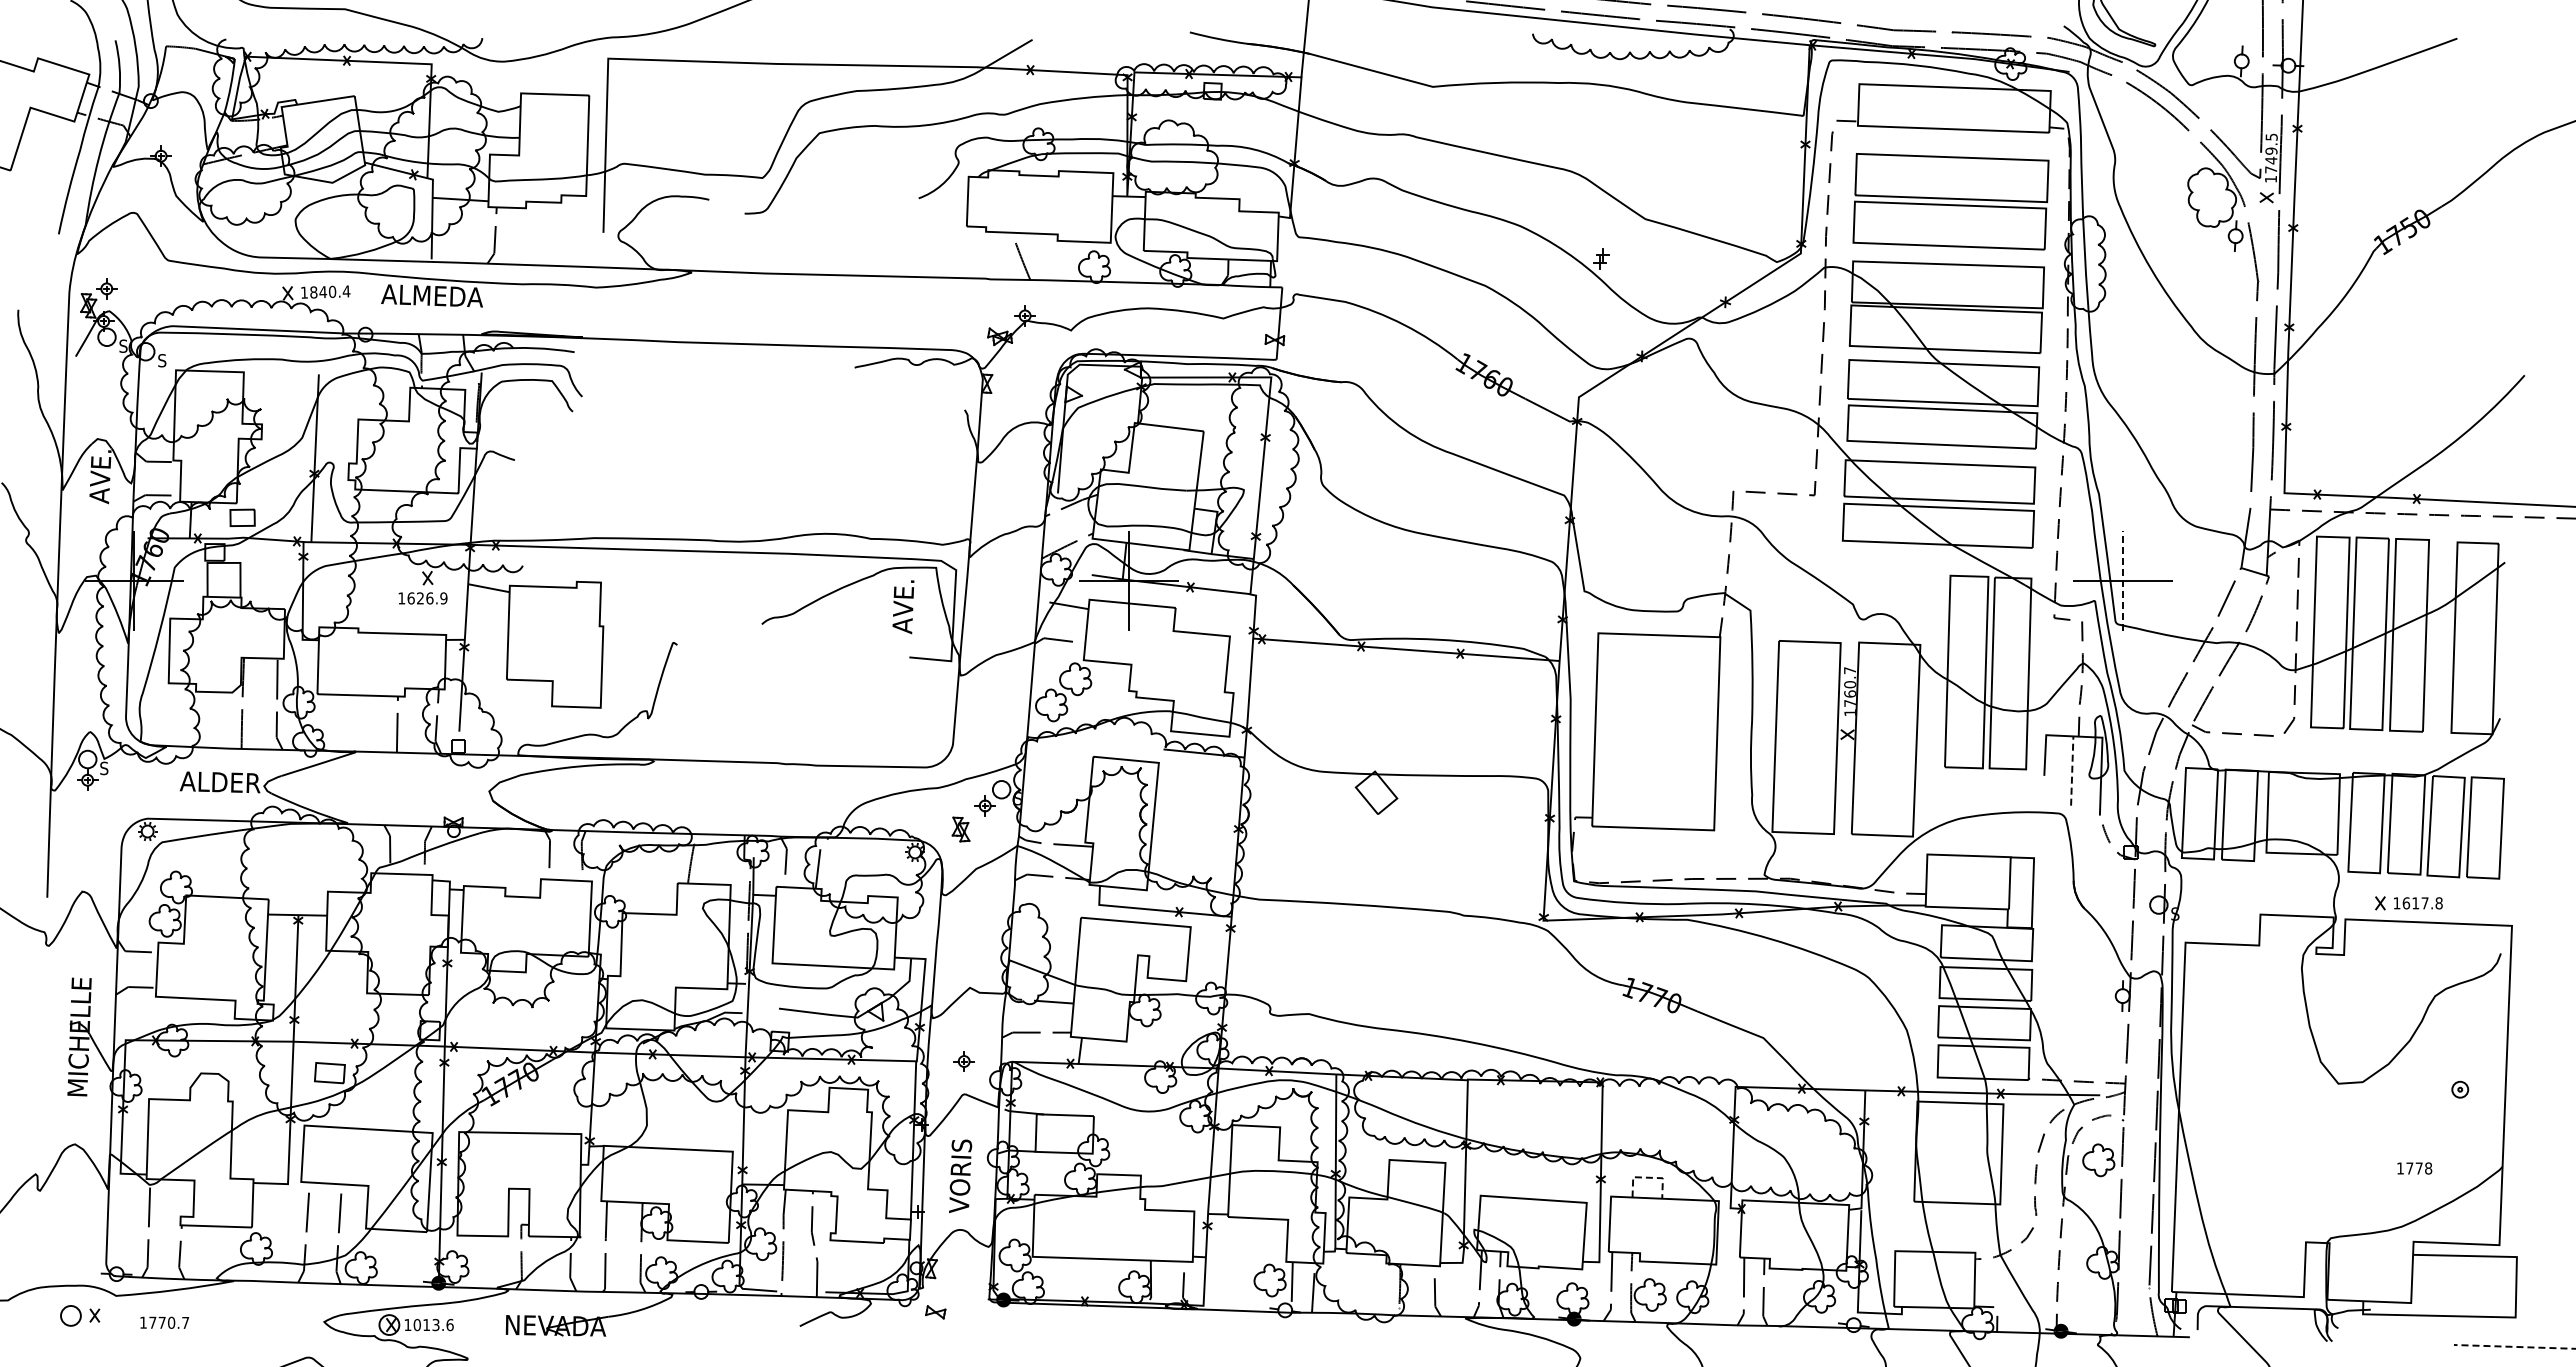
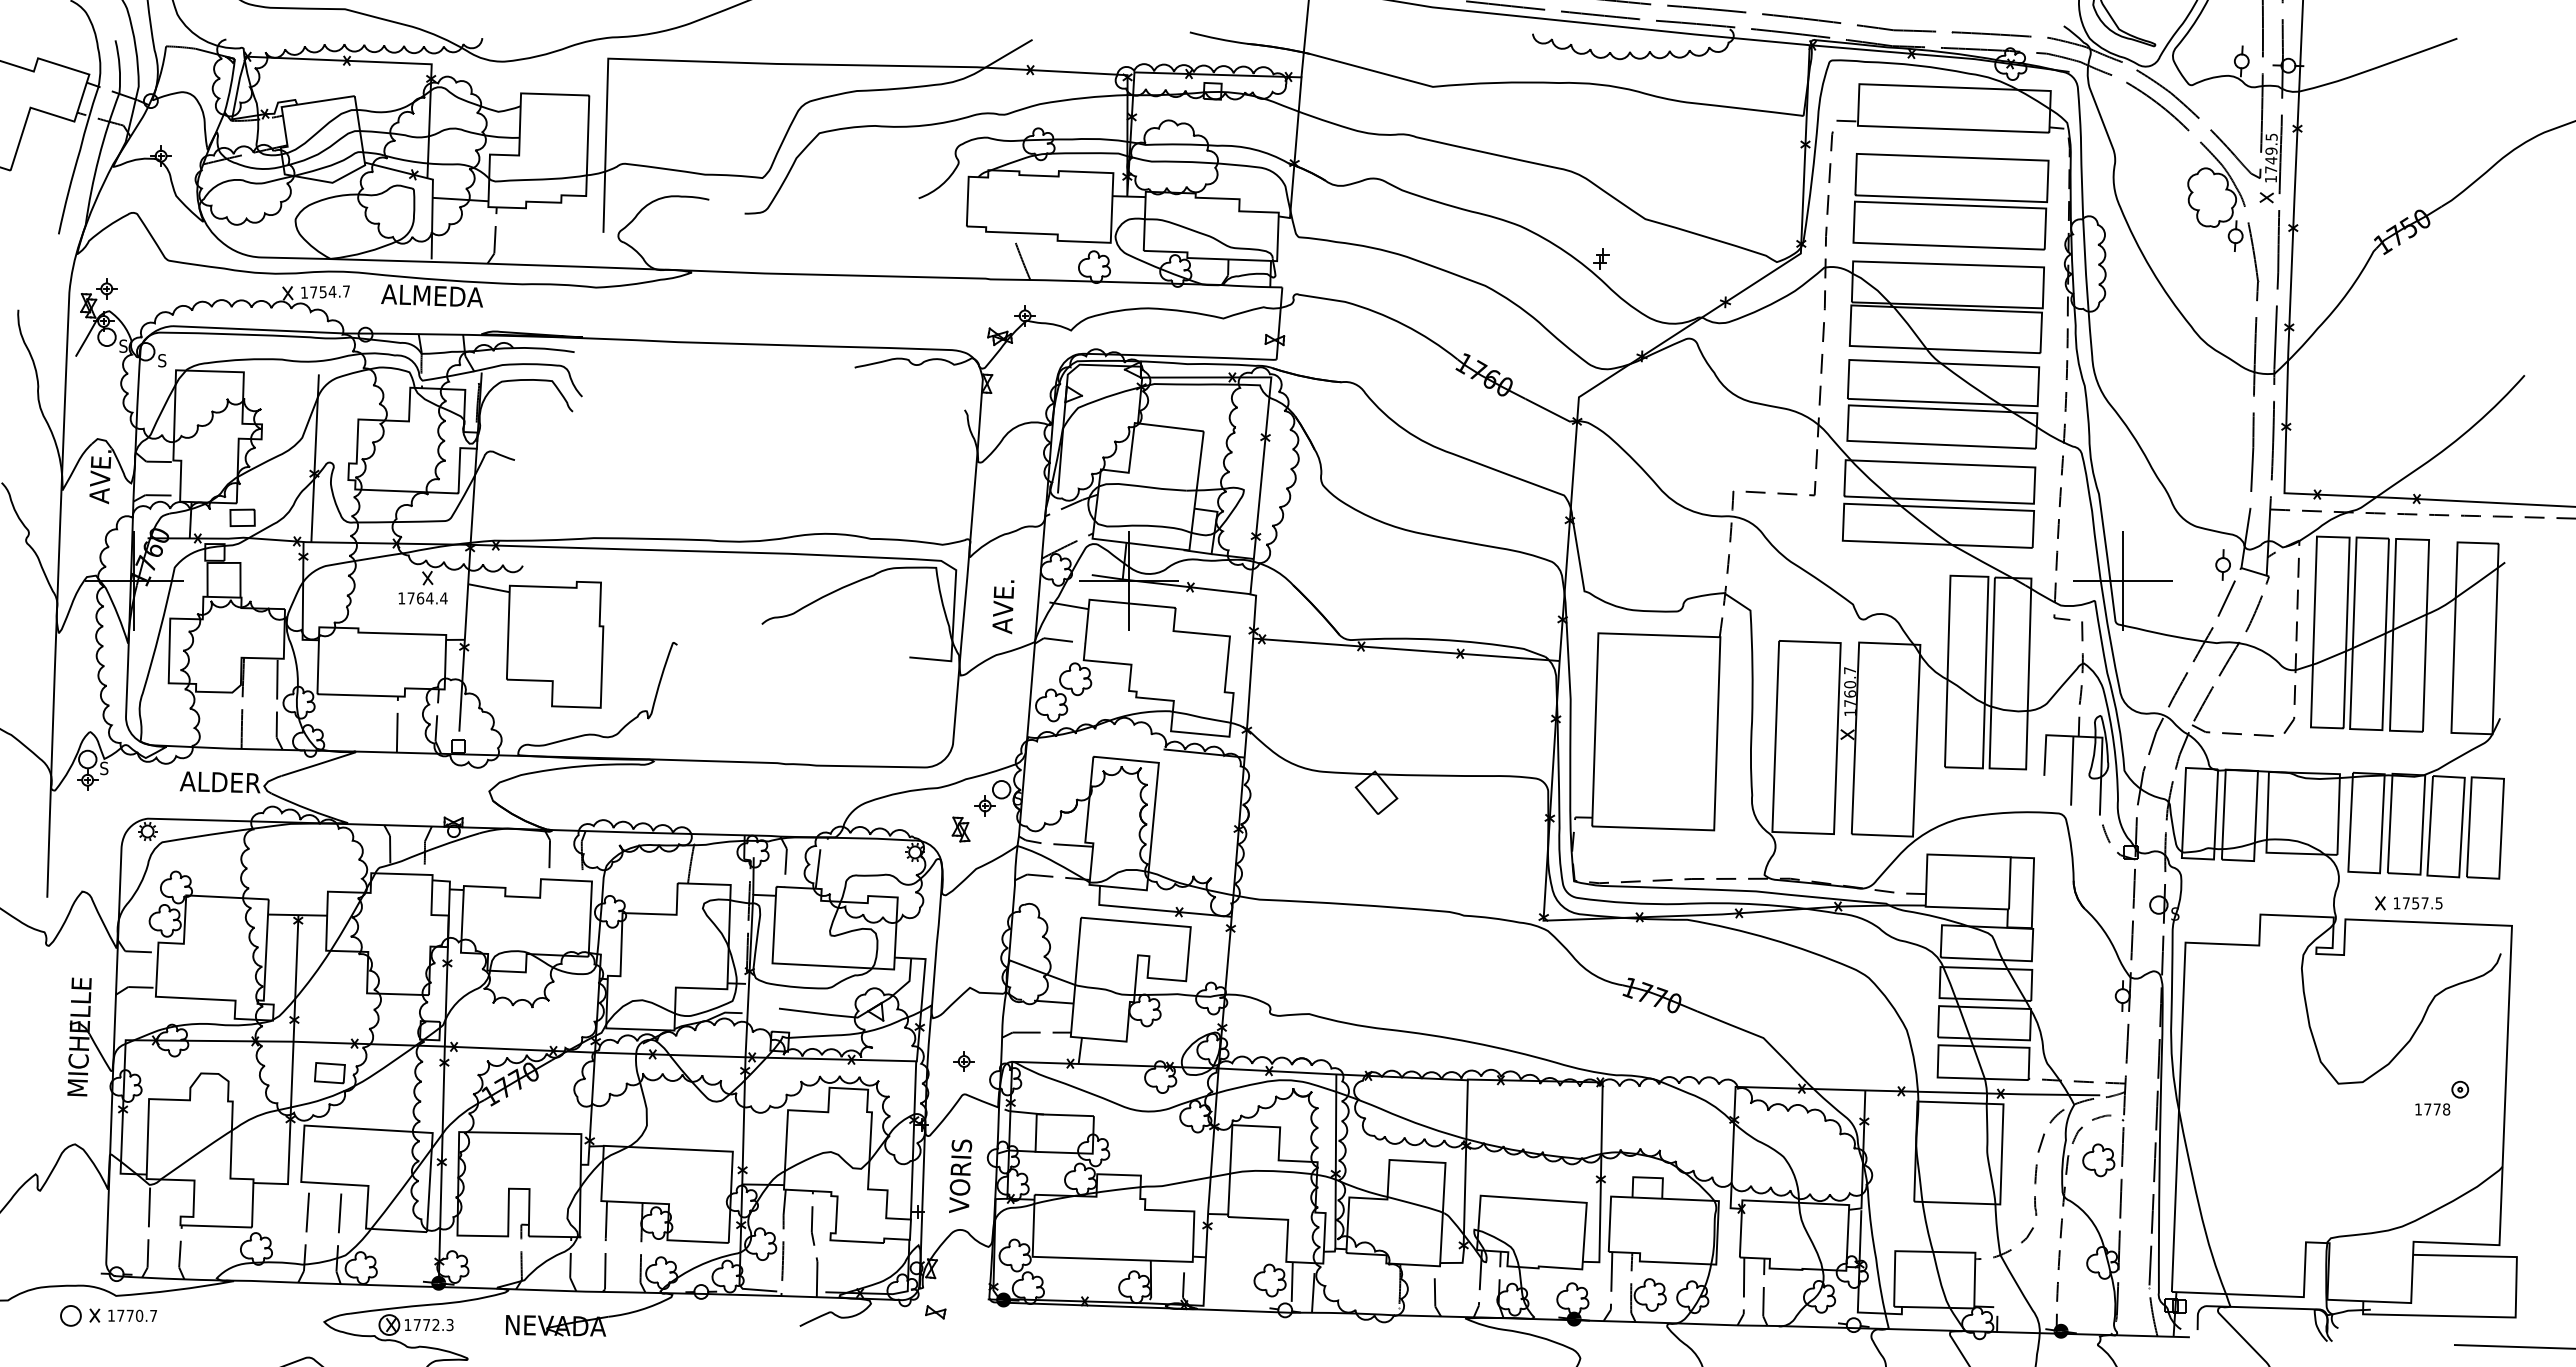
text at (330, 291): 1840.4 -> 1754.7
part at (2222, 564): none -> present
line at (2123, 581): dashed -> solid
text at (427, 598): 1626.9 -> 1764.4
text at (903, 607) position: (903, 607) -> (1003, 607)
line at (2072, 771): dashed -> solid
text at (2422, 903): 1617.8 -> 1757.5
text at (2414, 1168) position: (2414, 1168) -> (2432, 1109)
line at (1648, 1177): dashed -> solid
text at (164, 1322) position: (164, 1322) -> (132, 1315)
text at (433, 1324): 1013.6 -> 1772.3
line at (2514, 1346): dashed -> solid
